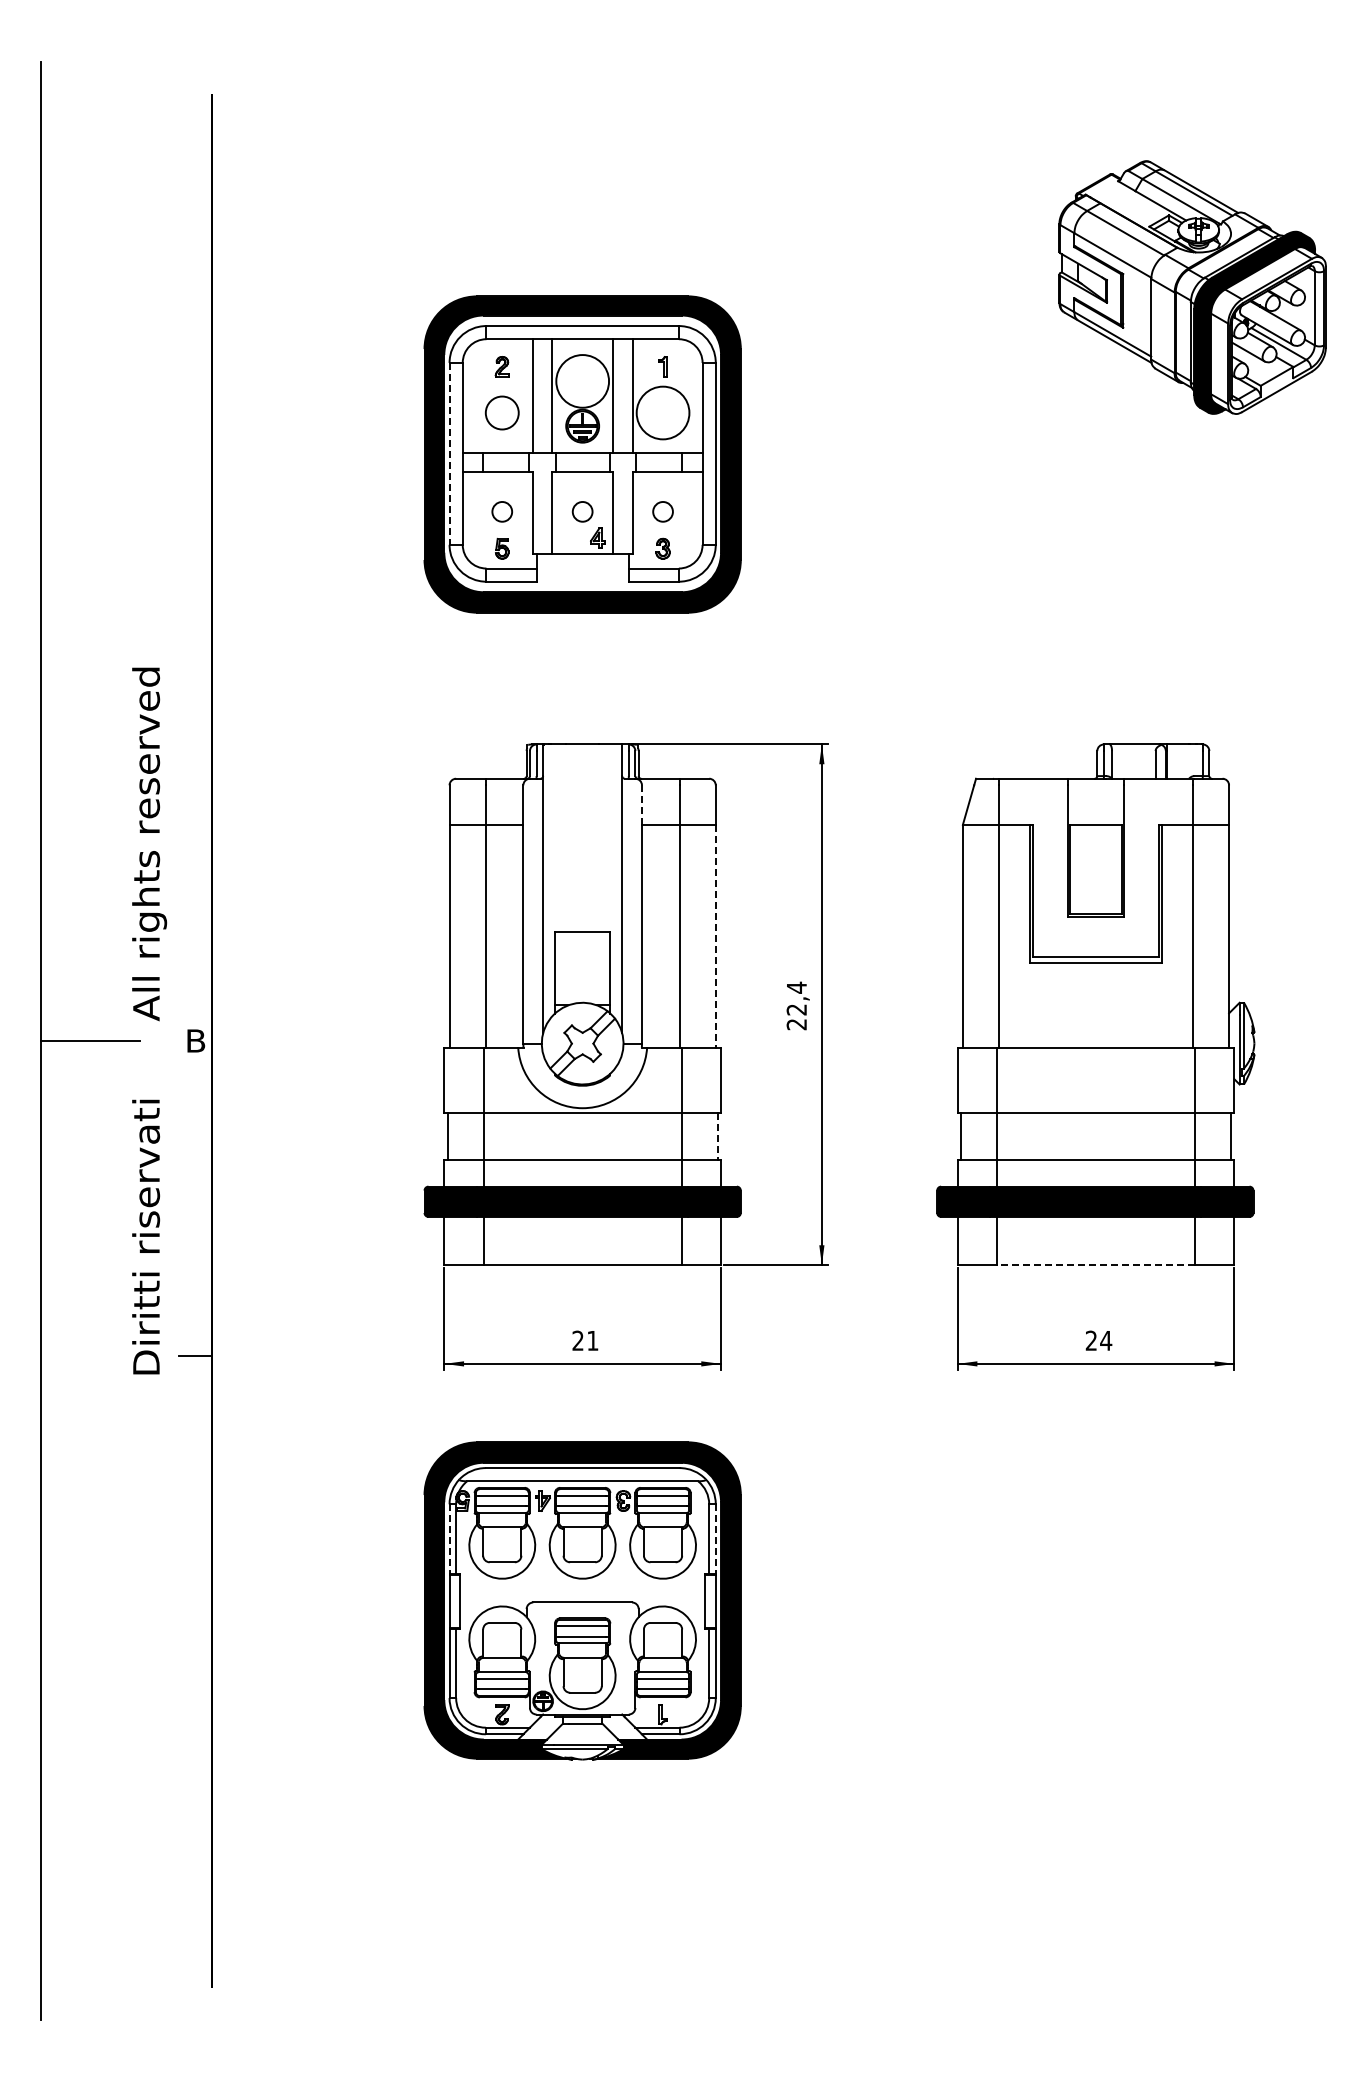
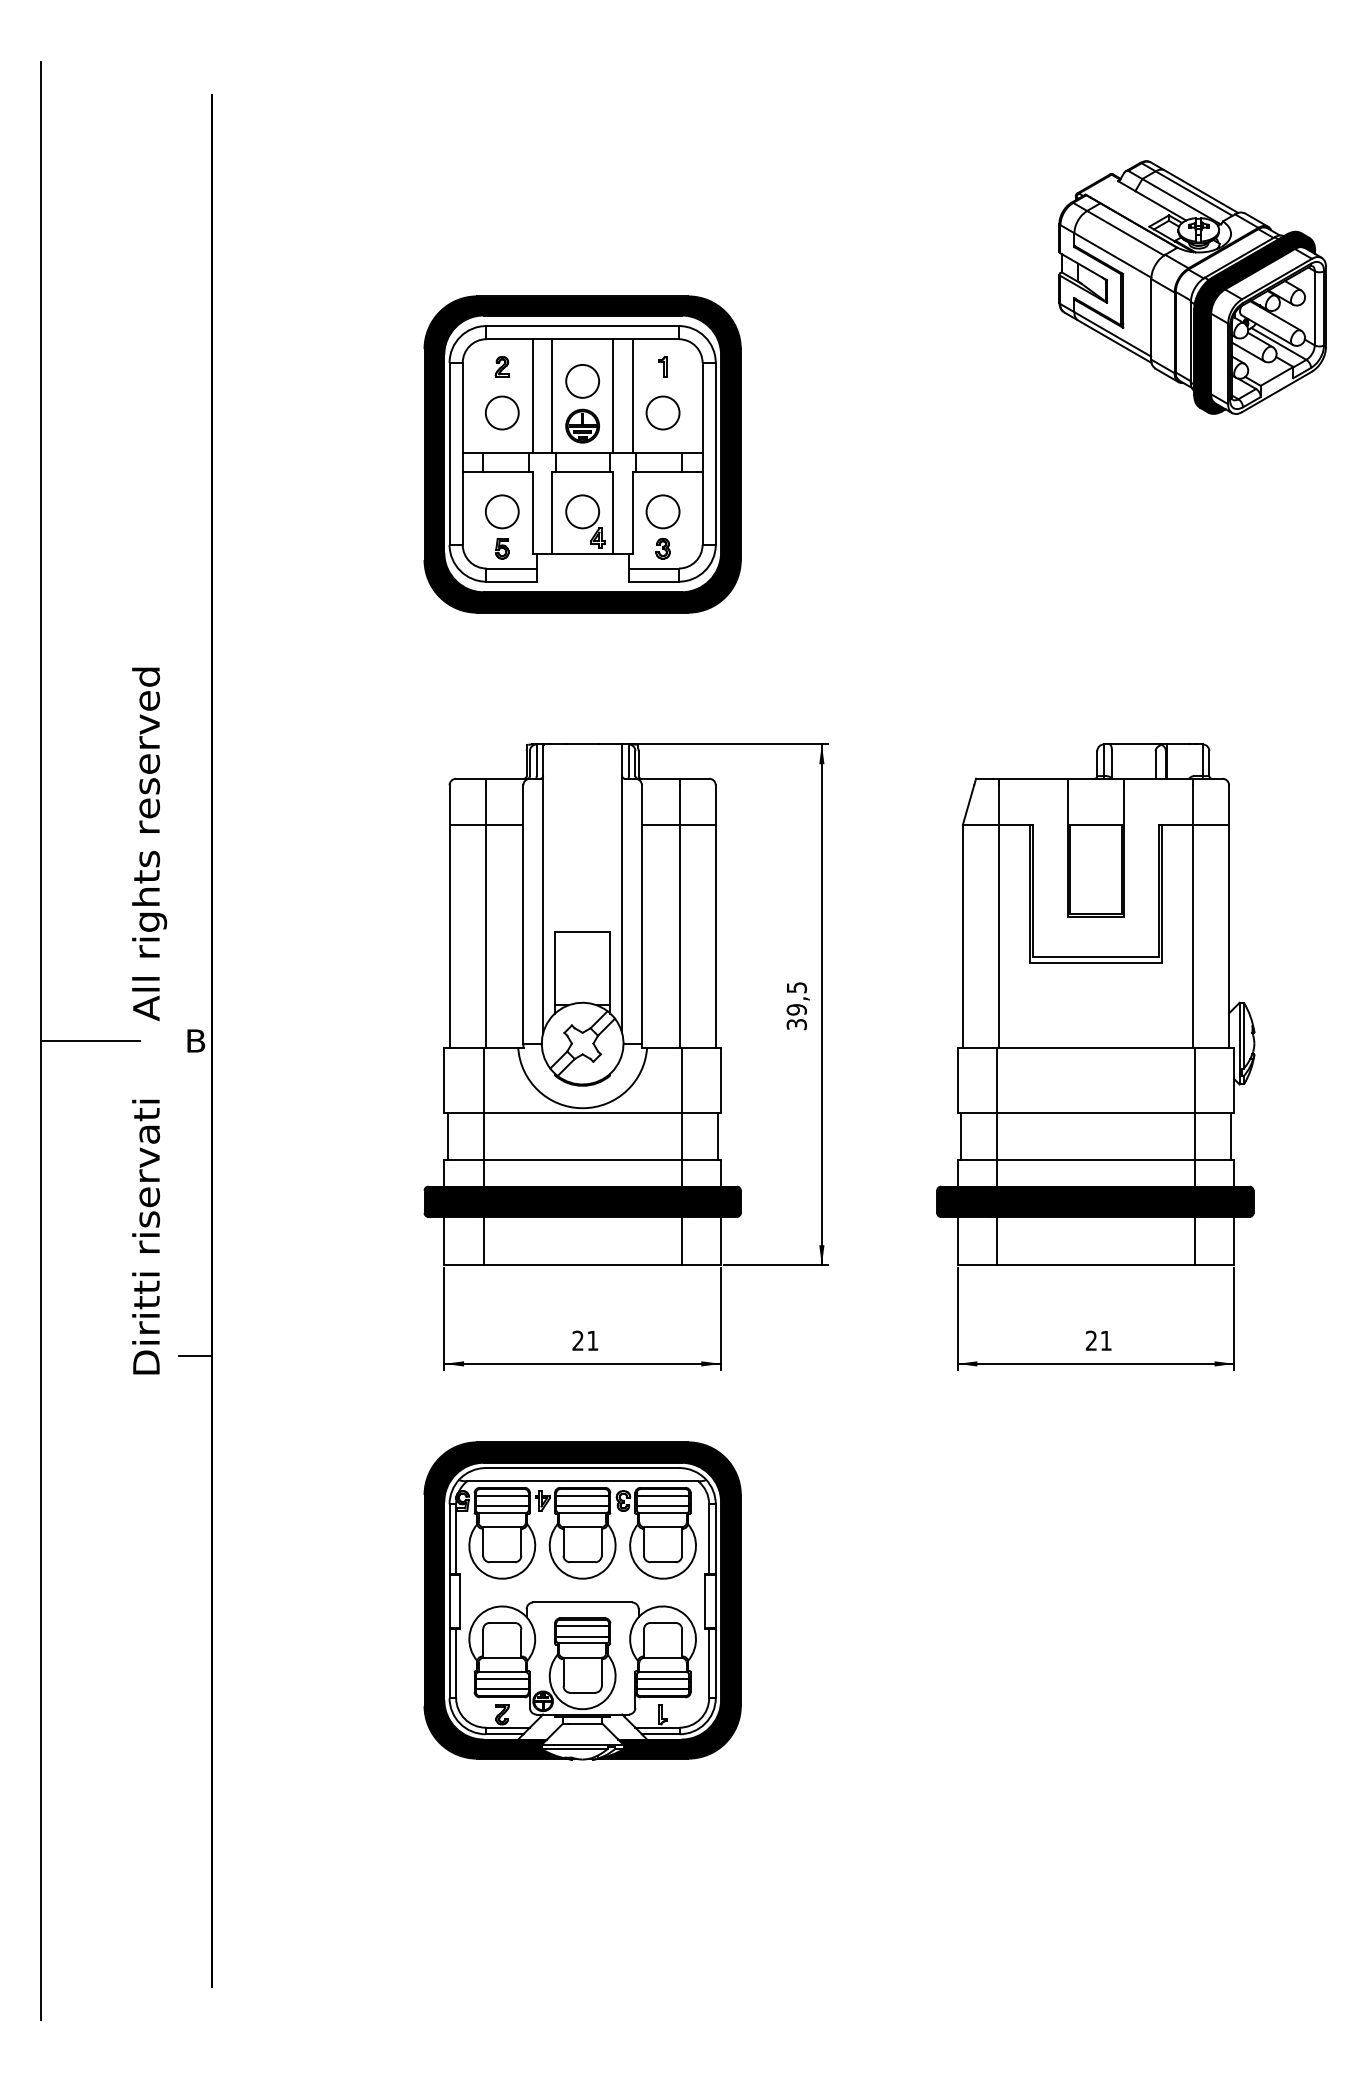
circle at (582, 381) diameter: 53 px -> 33 px
circle at (662, 412) diameter: 53 px -> 33 px
line at (449, 453): dashed -> solid
circle at (502, 511) diameter: 20 px -> 33 px
circle at (582, 511) diameter: 20 px -> 33 px
circle at (662, 511) diameter: 20 px -> 33 px
line at (641, 805): dashed -> solid
line at (715, 936): dashed -> solid
text at (796, 1005): 22,4 -> 39,5
line at (717, 1137): dashed -> solid
line at (1096, 1265): dashed -> solid
text at (1106, 1340): 24 -> 21
line at (449, 1538): dashed -> solid
line at (715, 1538): dashed -> solid
